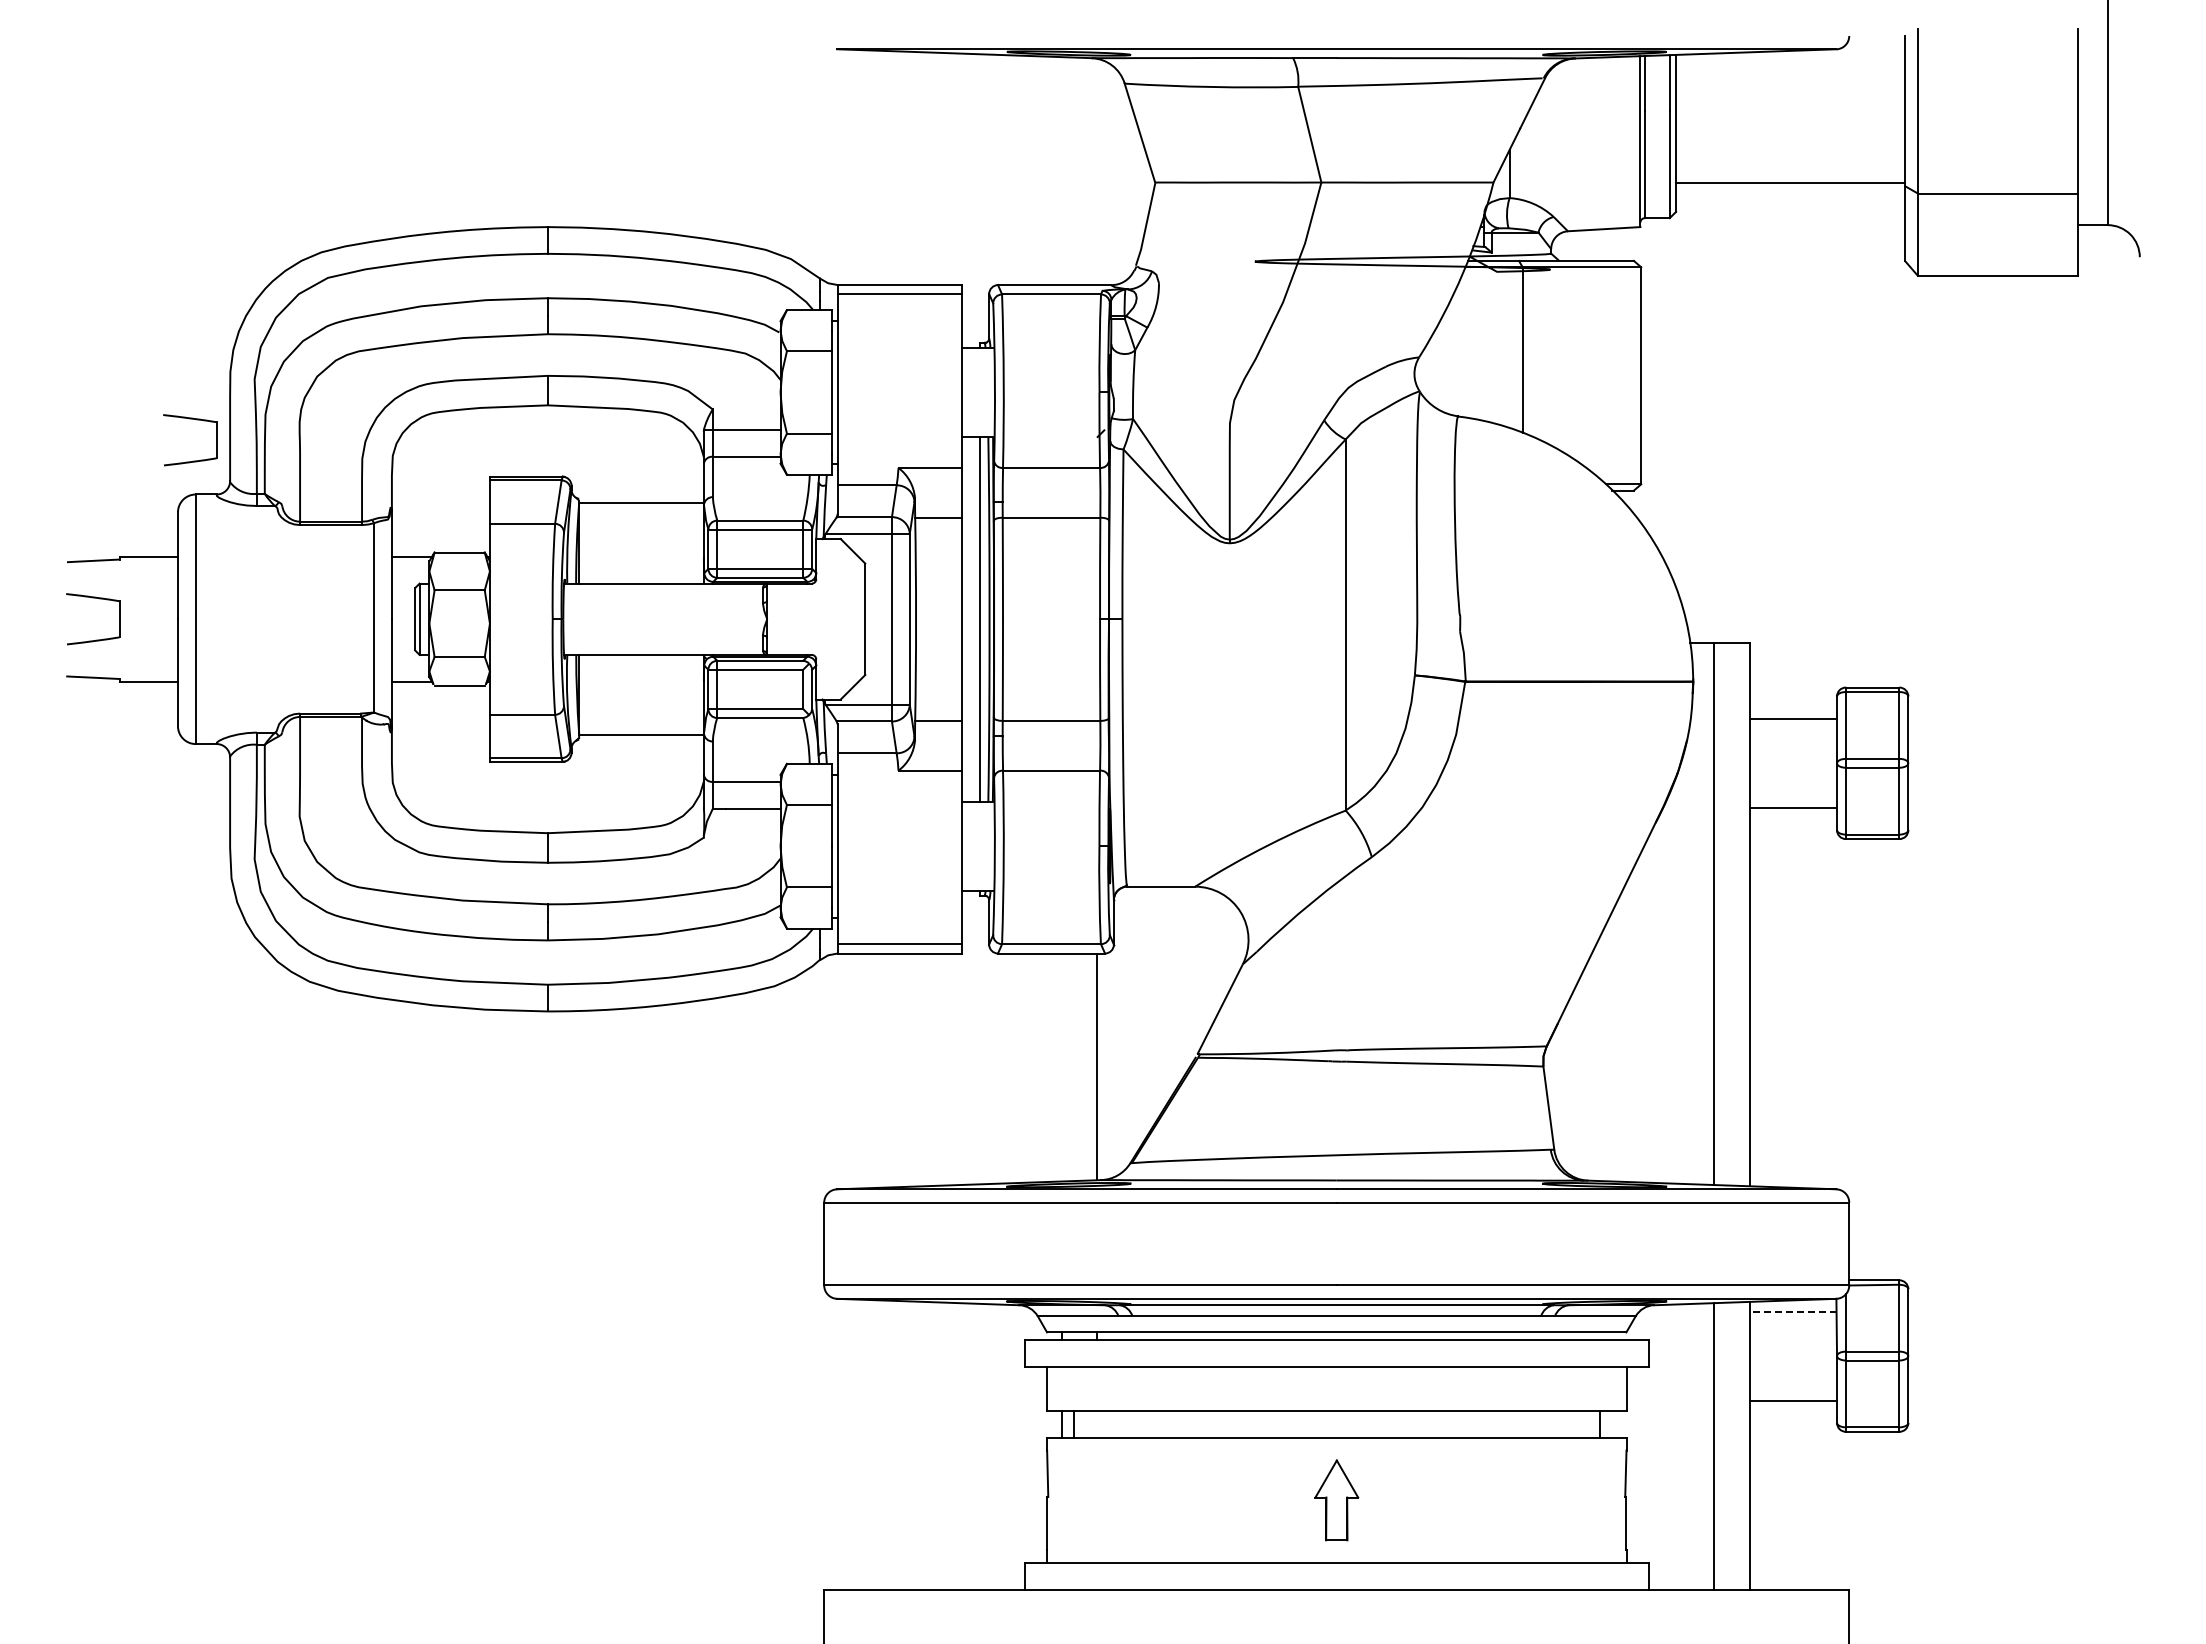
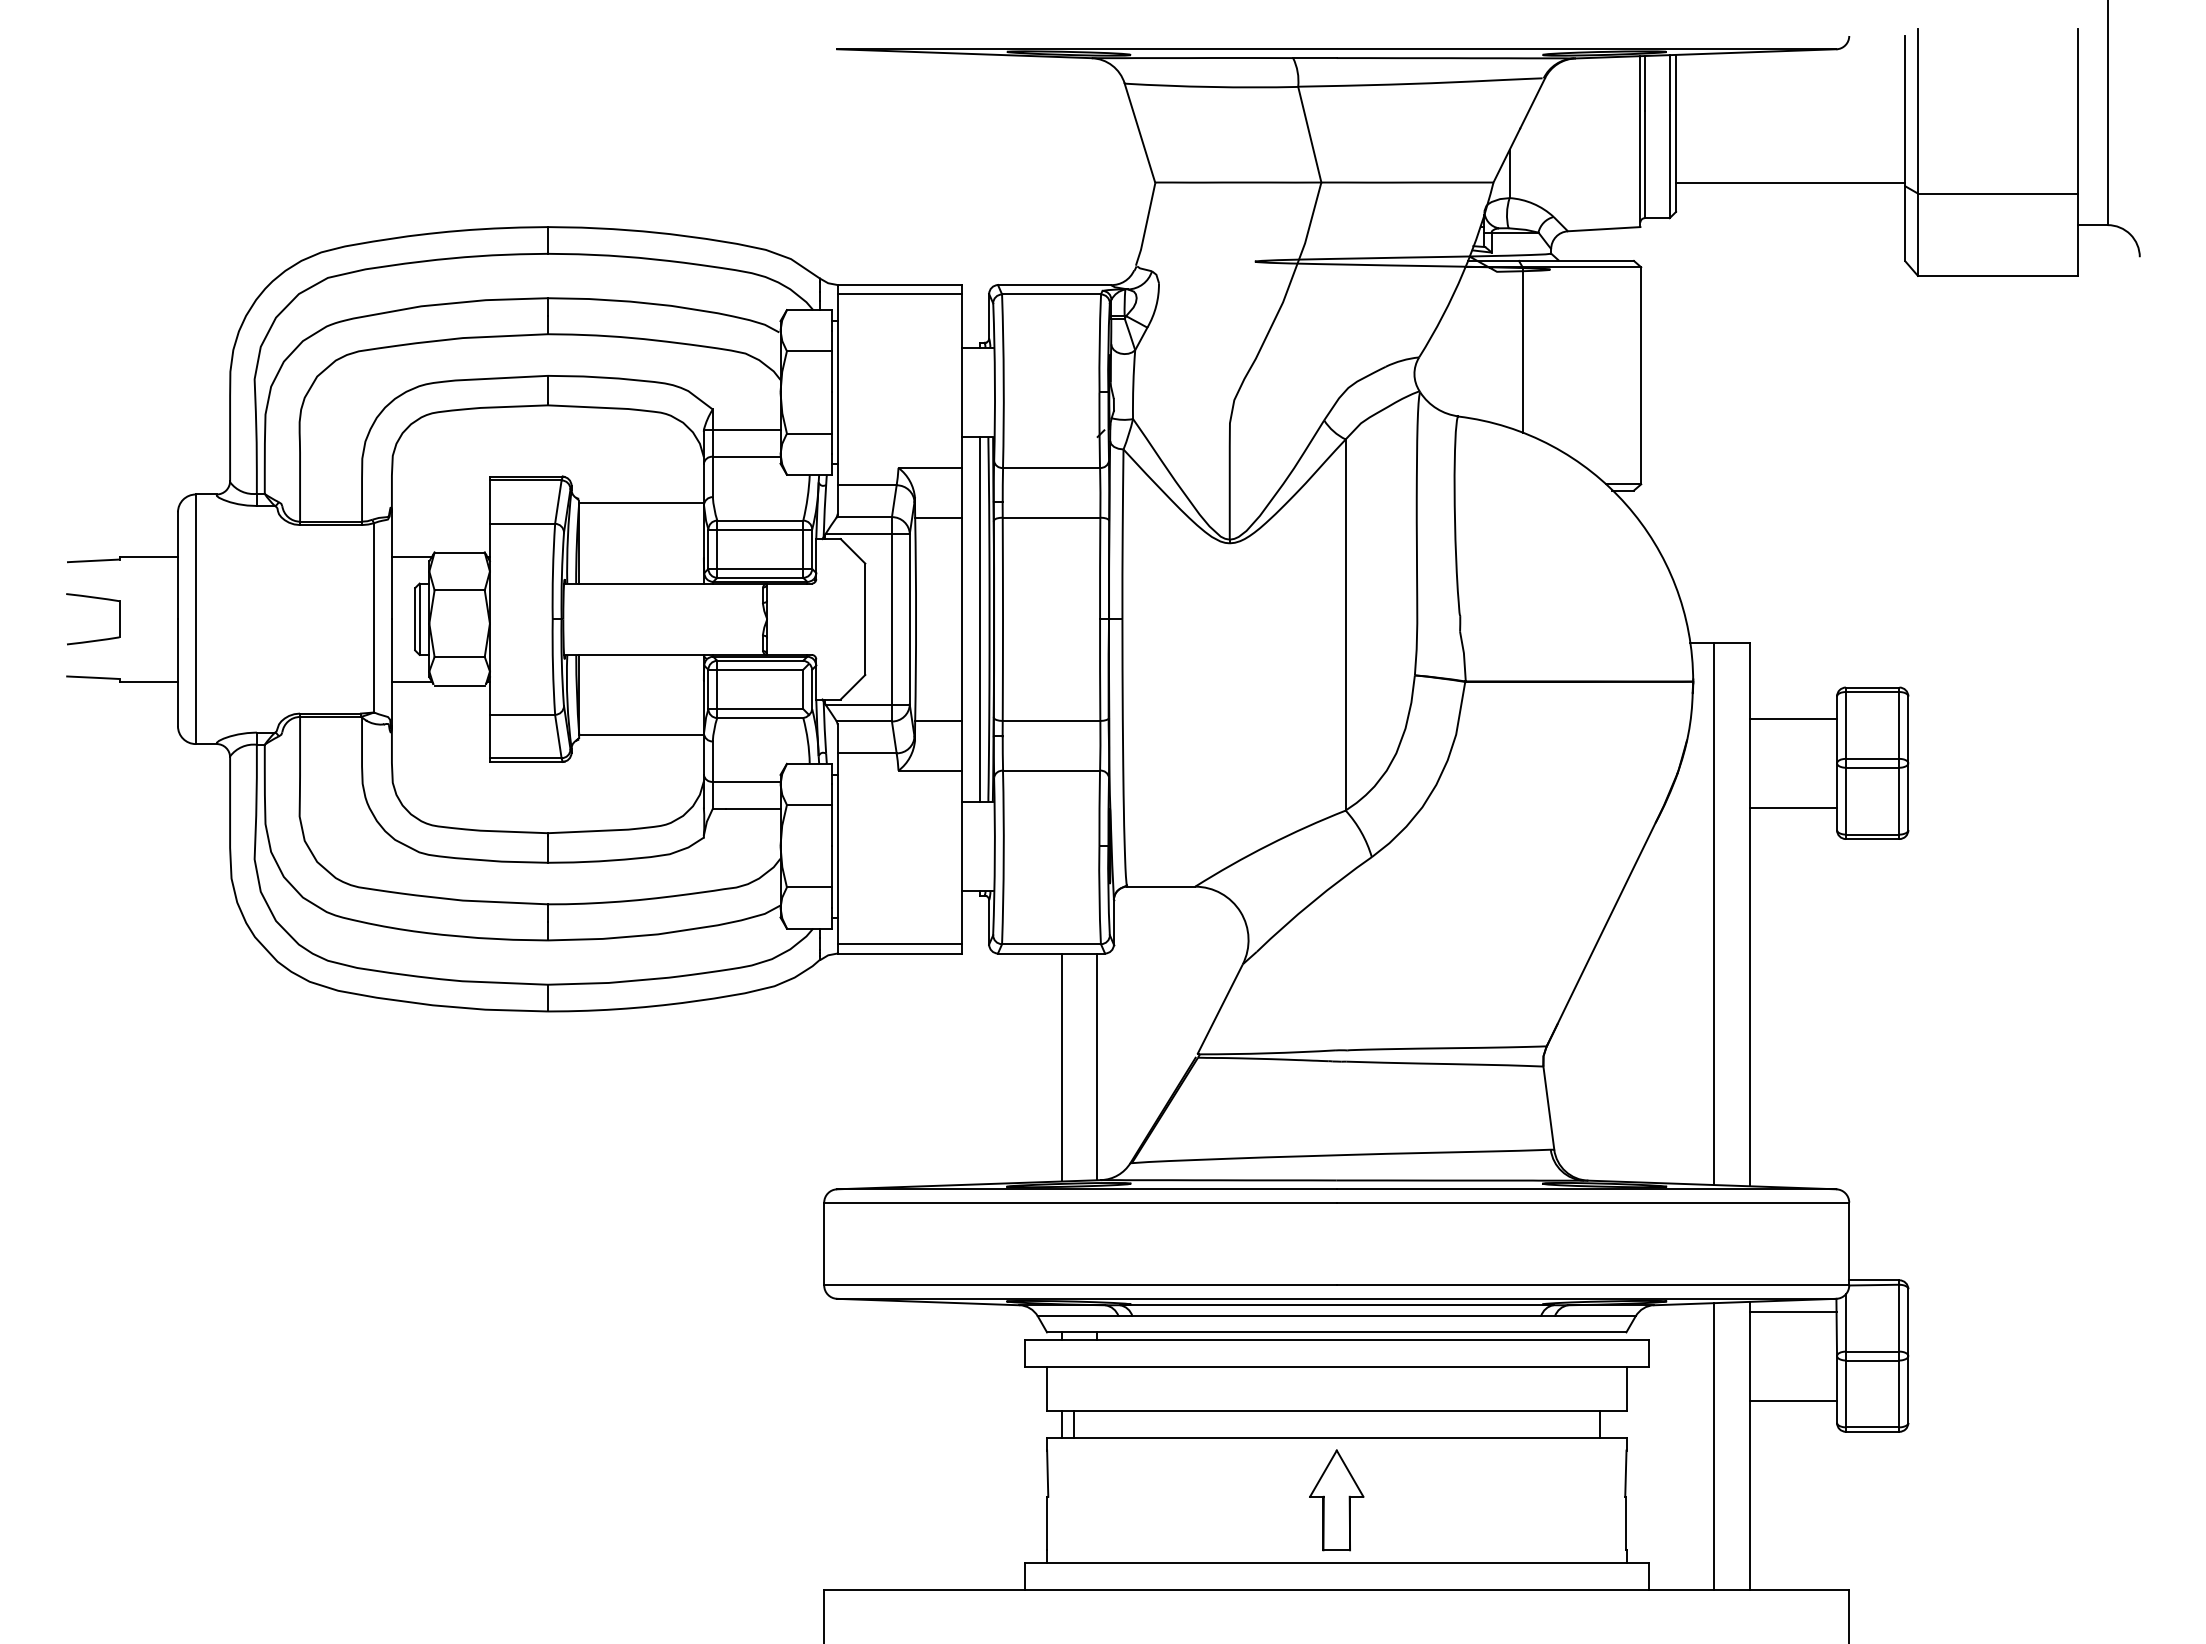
part at (193, 460): present -> none
line at (1061, 1067): none -> present
line at (1793, 1311): dashed -> solid
part at (1336, 1500) size: 46x83 px -> 56x103 px
